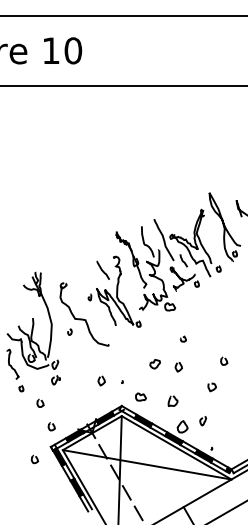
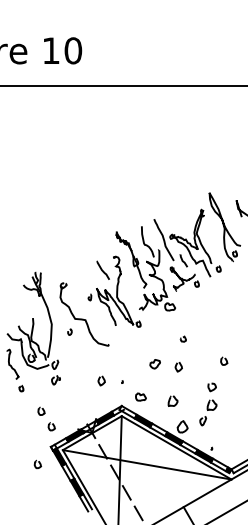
line at (123, 15): present -> none
part at (40, 402) position: (40, 402) -> (41, 410)
curve at (209, 404): none -> present
curve at (32, 459) position: (32, 459) -> (35, 464)
